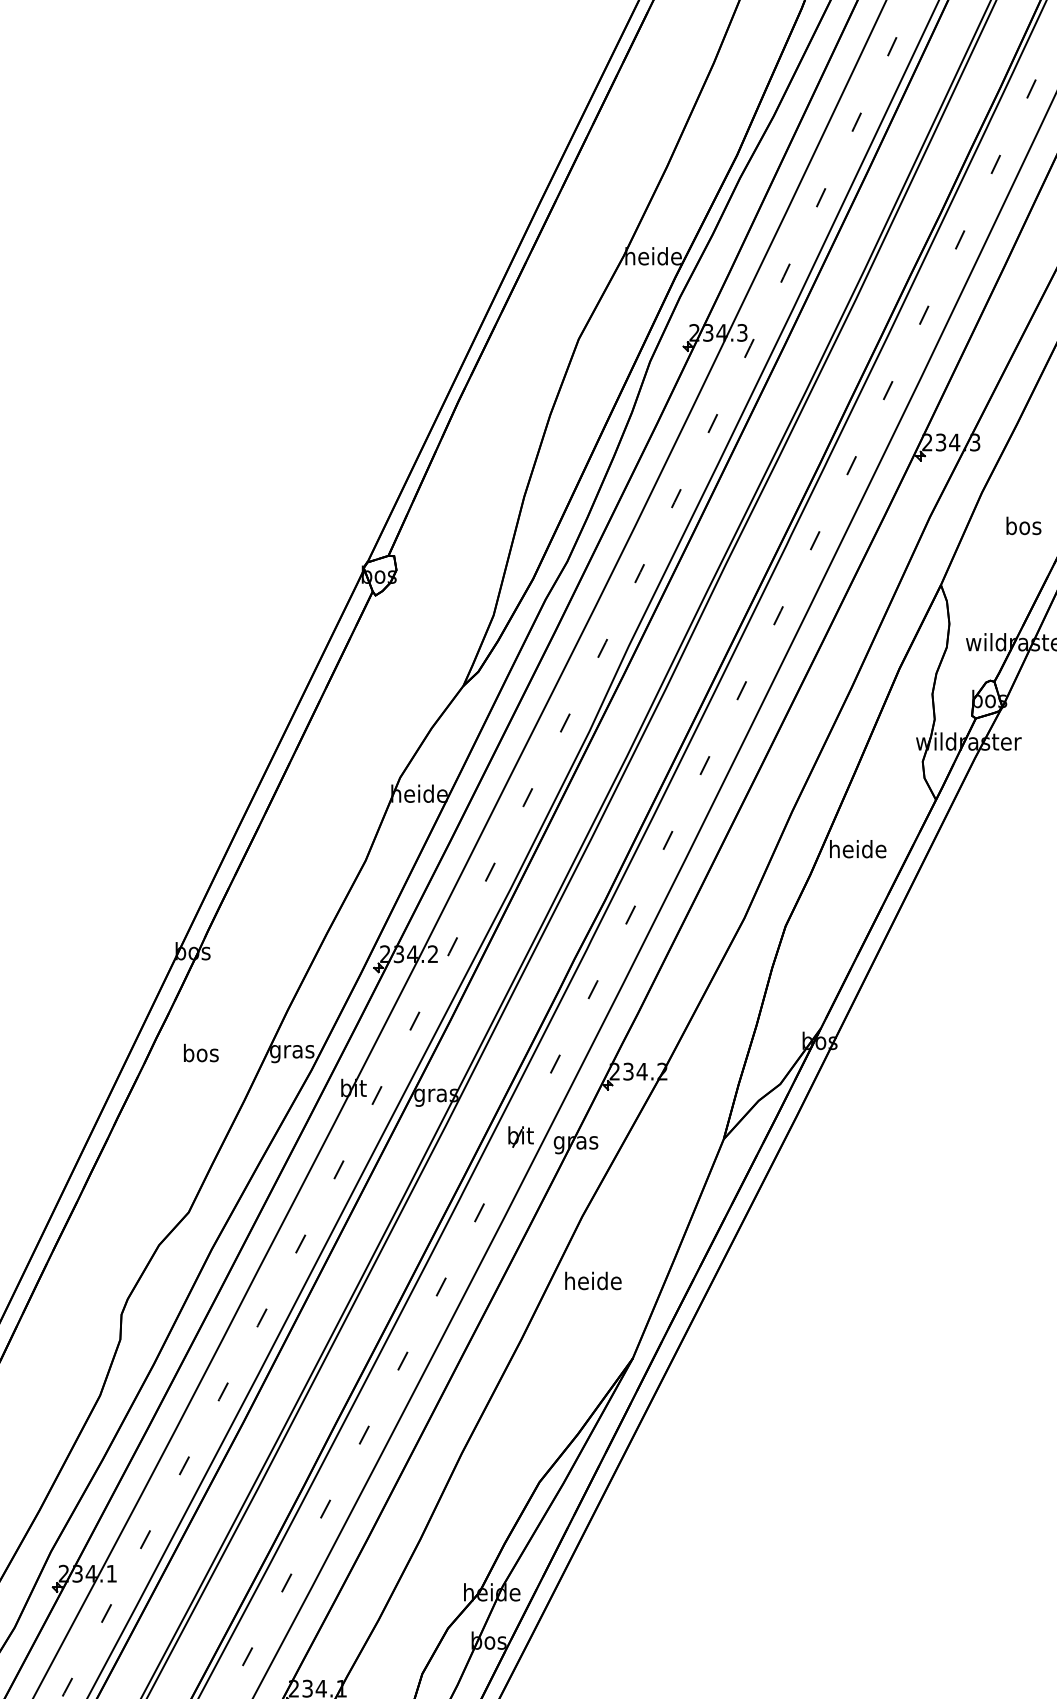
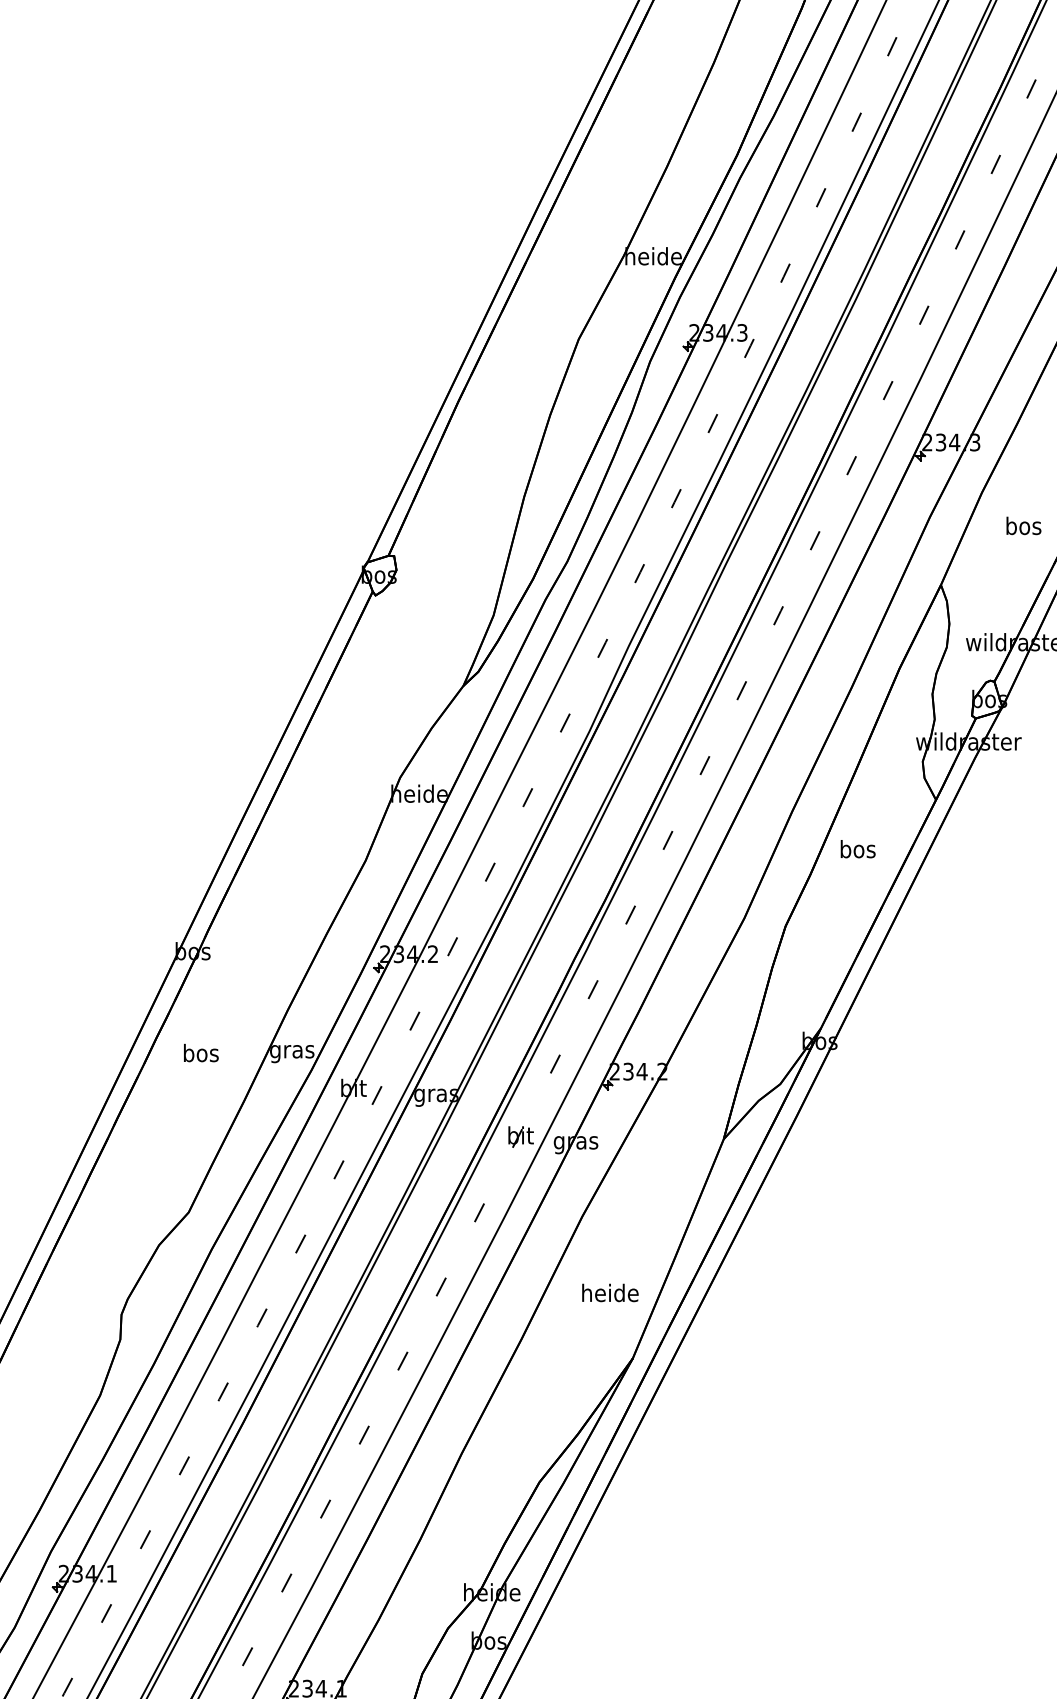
text at (858, 849): heide -> bos
text at (593, 1280) position: (593, 1280) -> (610, 1292)
